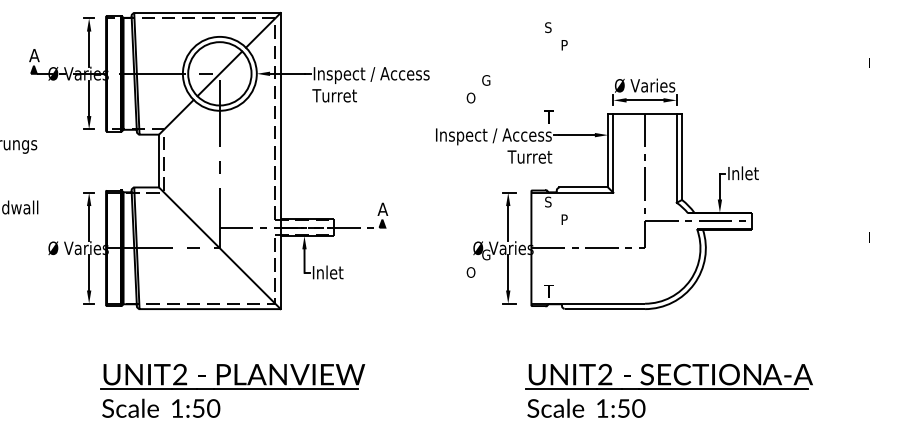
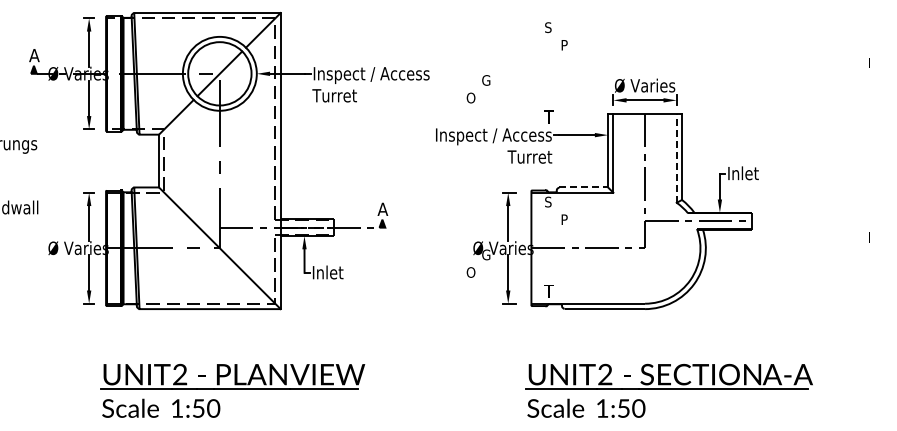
line at (676, 158): solid -> dashed
line at (583, 187): solid -> dashed
